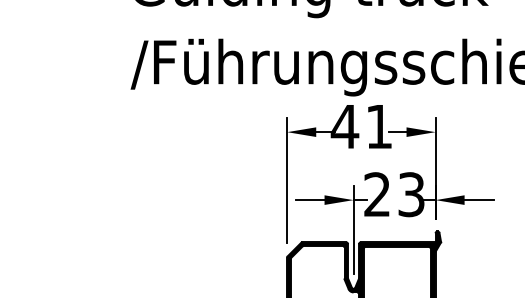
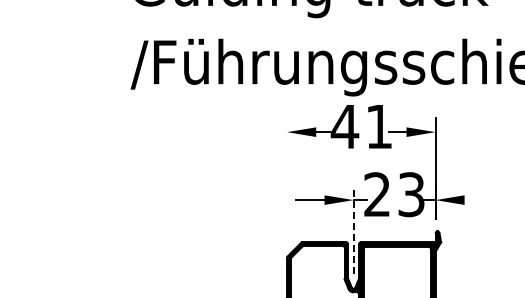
line at (287, 180): present -> none
line at (478, 200): present -> none
line at (353, 229): solid -> dashed
